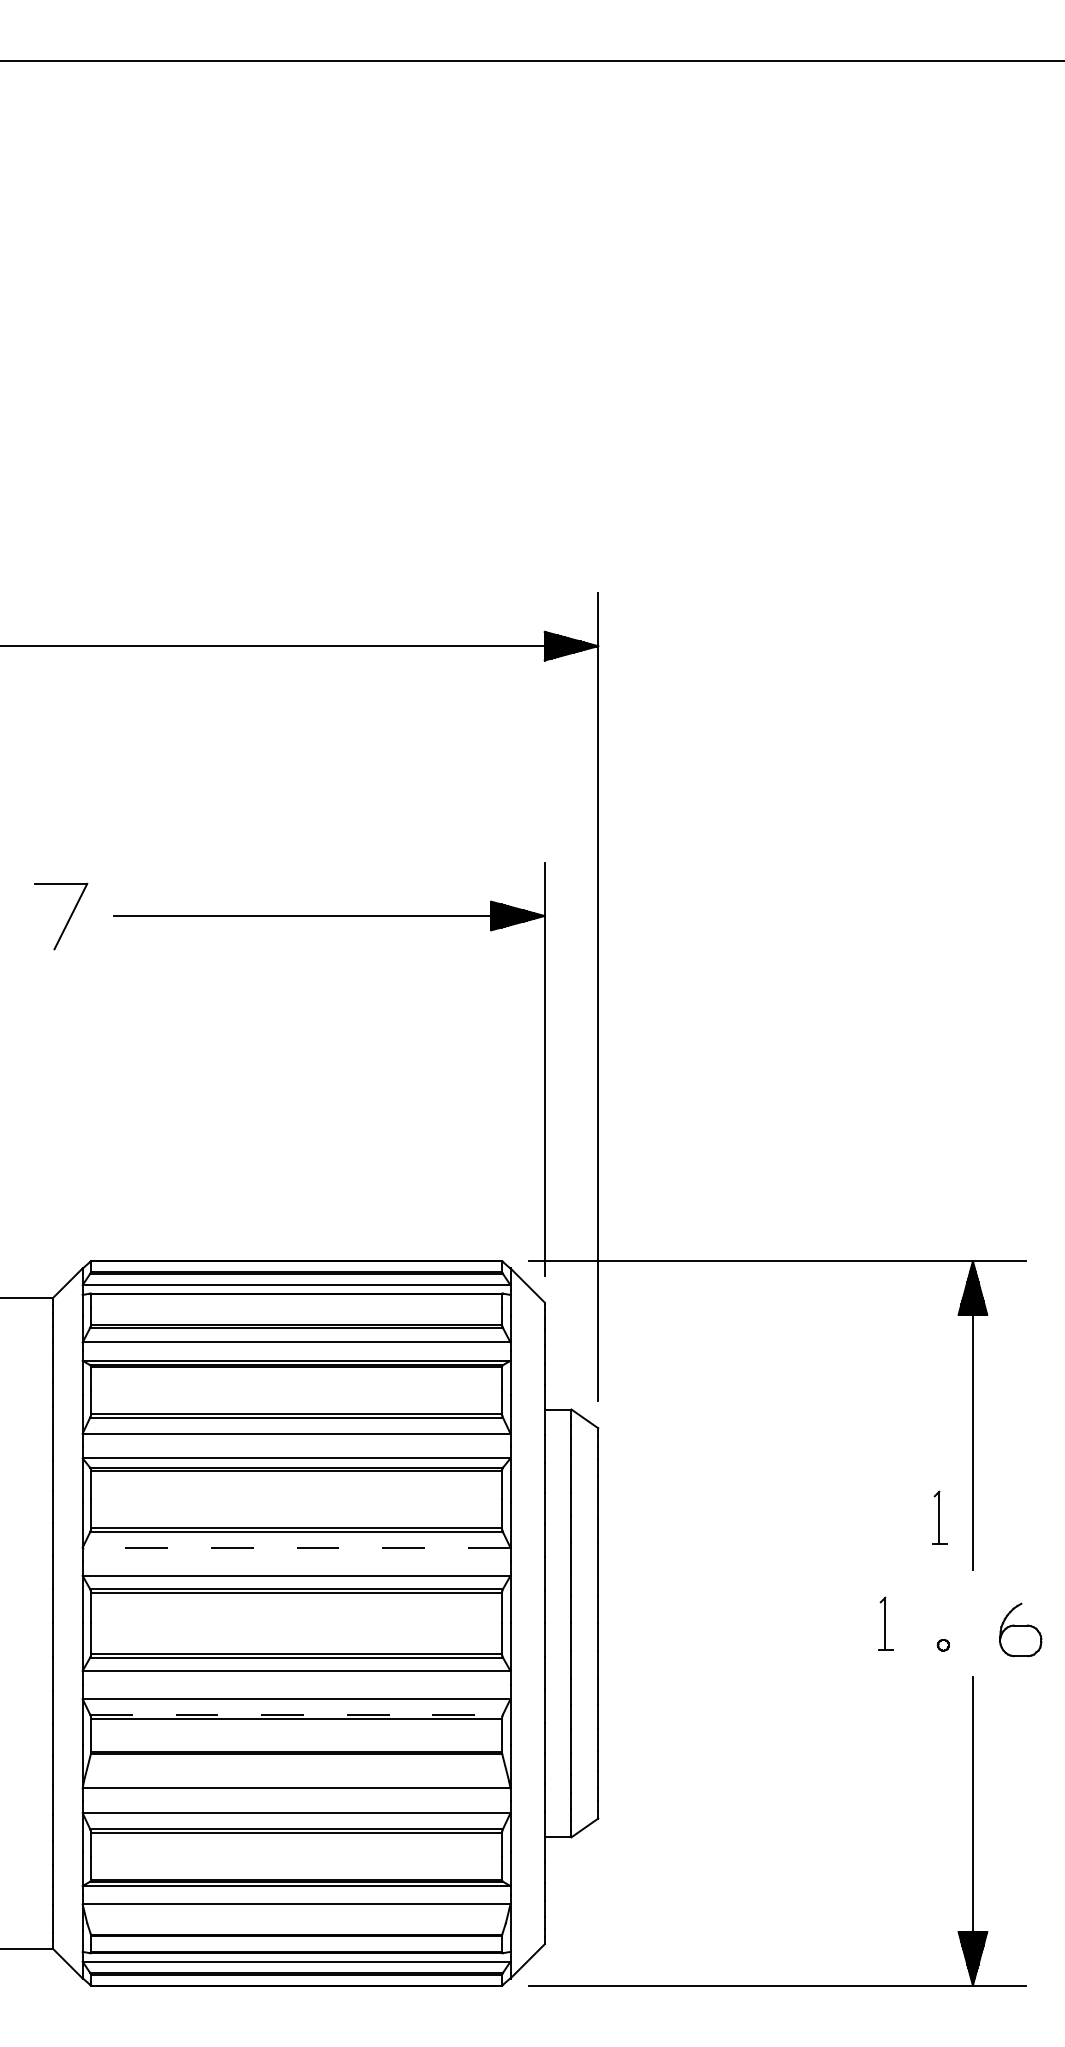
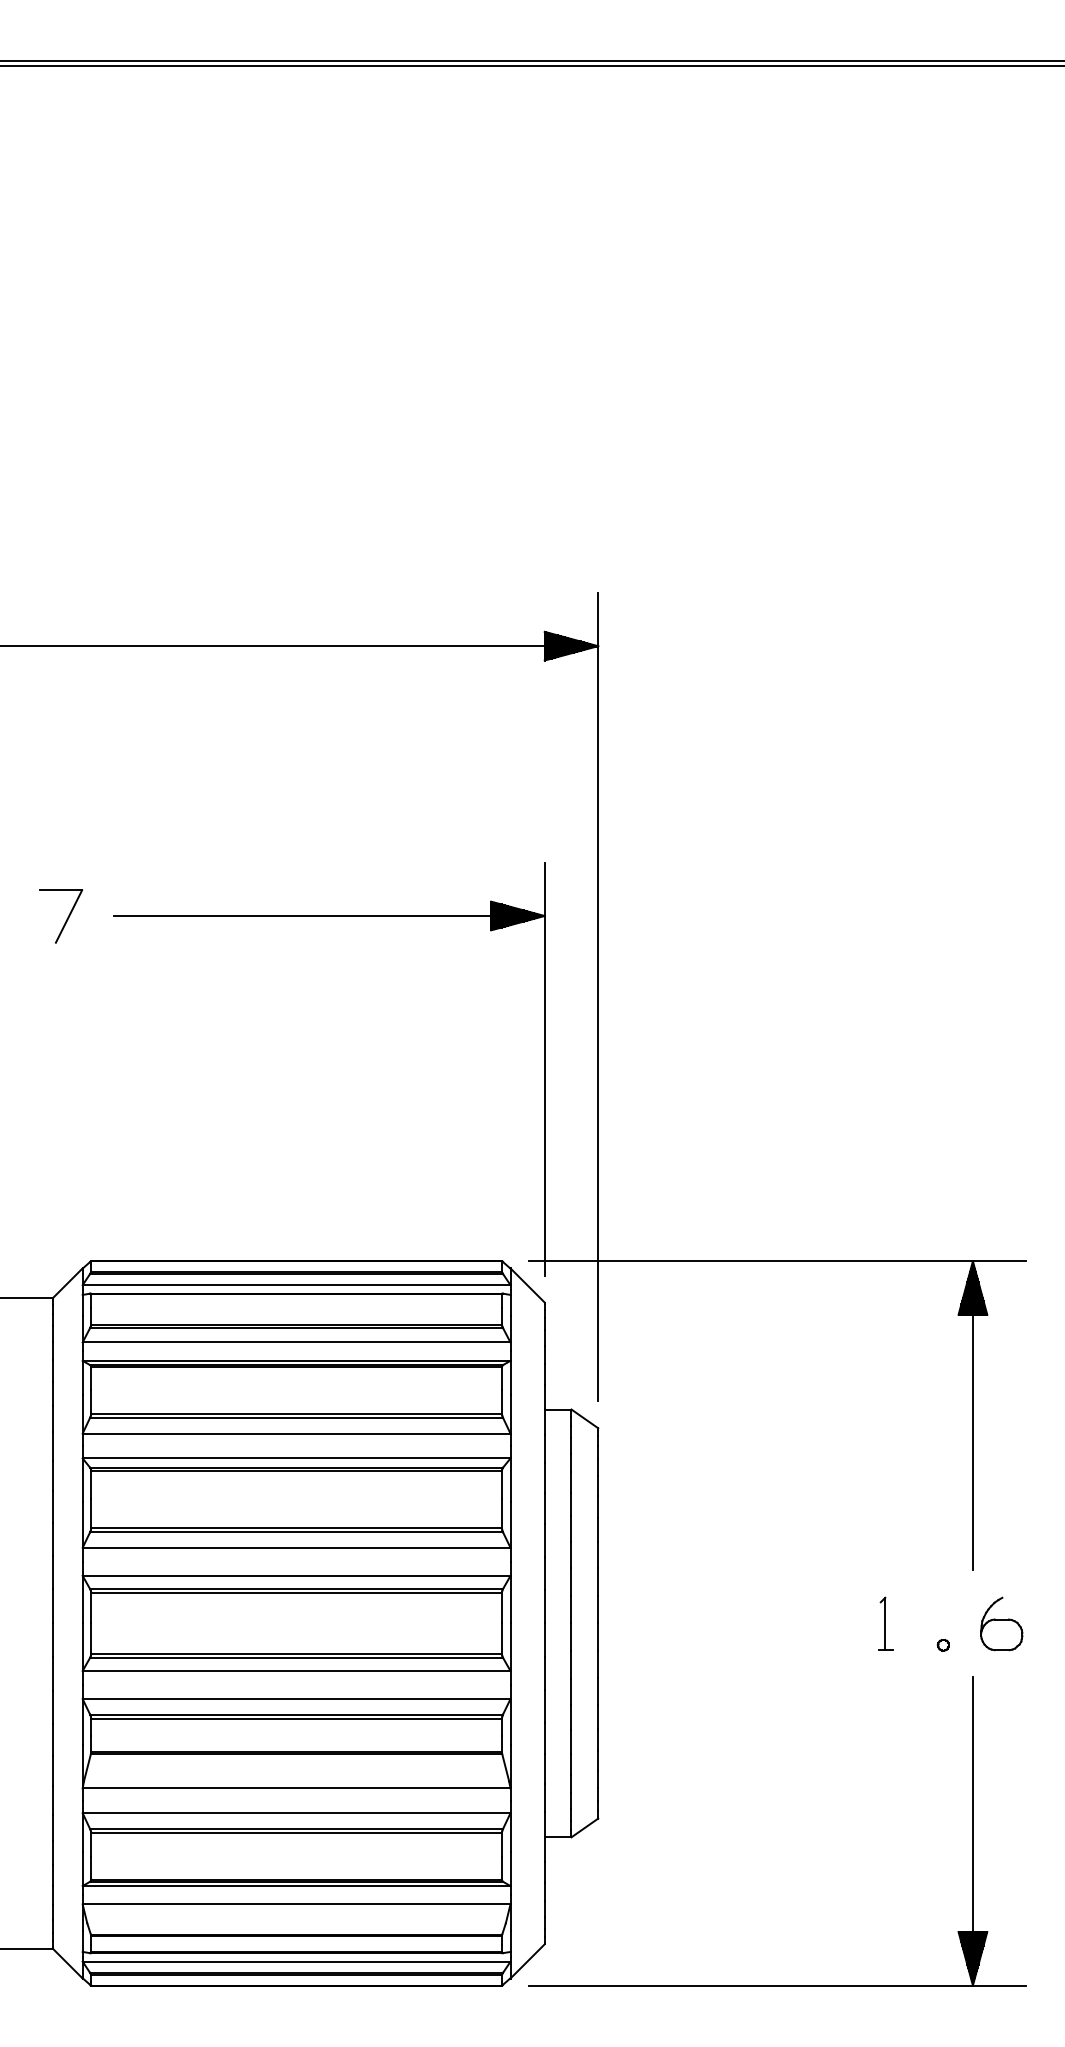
line at (531, 65): none -> present
part at (61, 916) size: 55x69 px -> 45x55 px
part at (939, 1517): present -> none
line at (296, 1547): dashed -> solid
part at (1020, 1629) position: (1020, 1629) -> (1001, 1623)
line at (297, 1714): dashed -> solid
